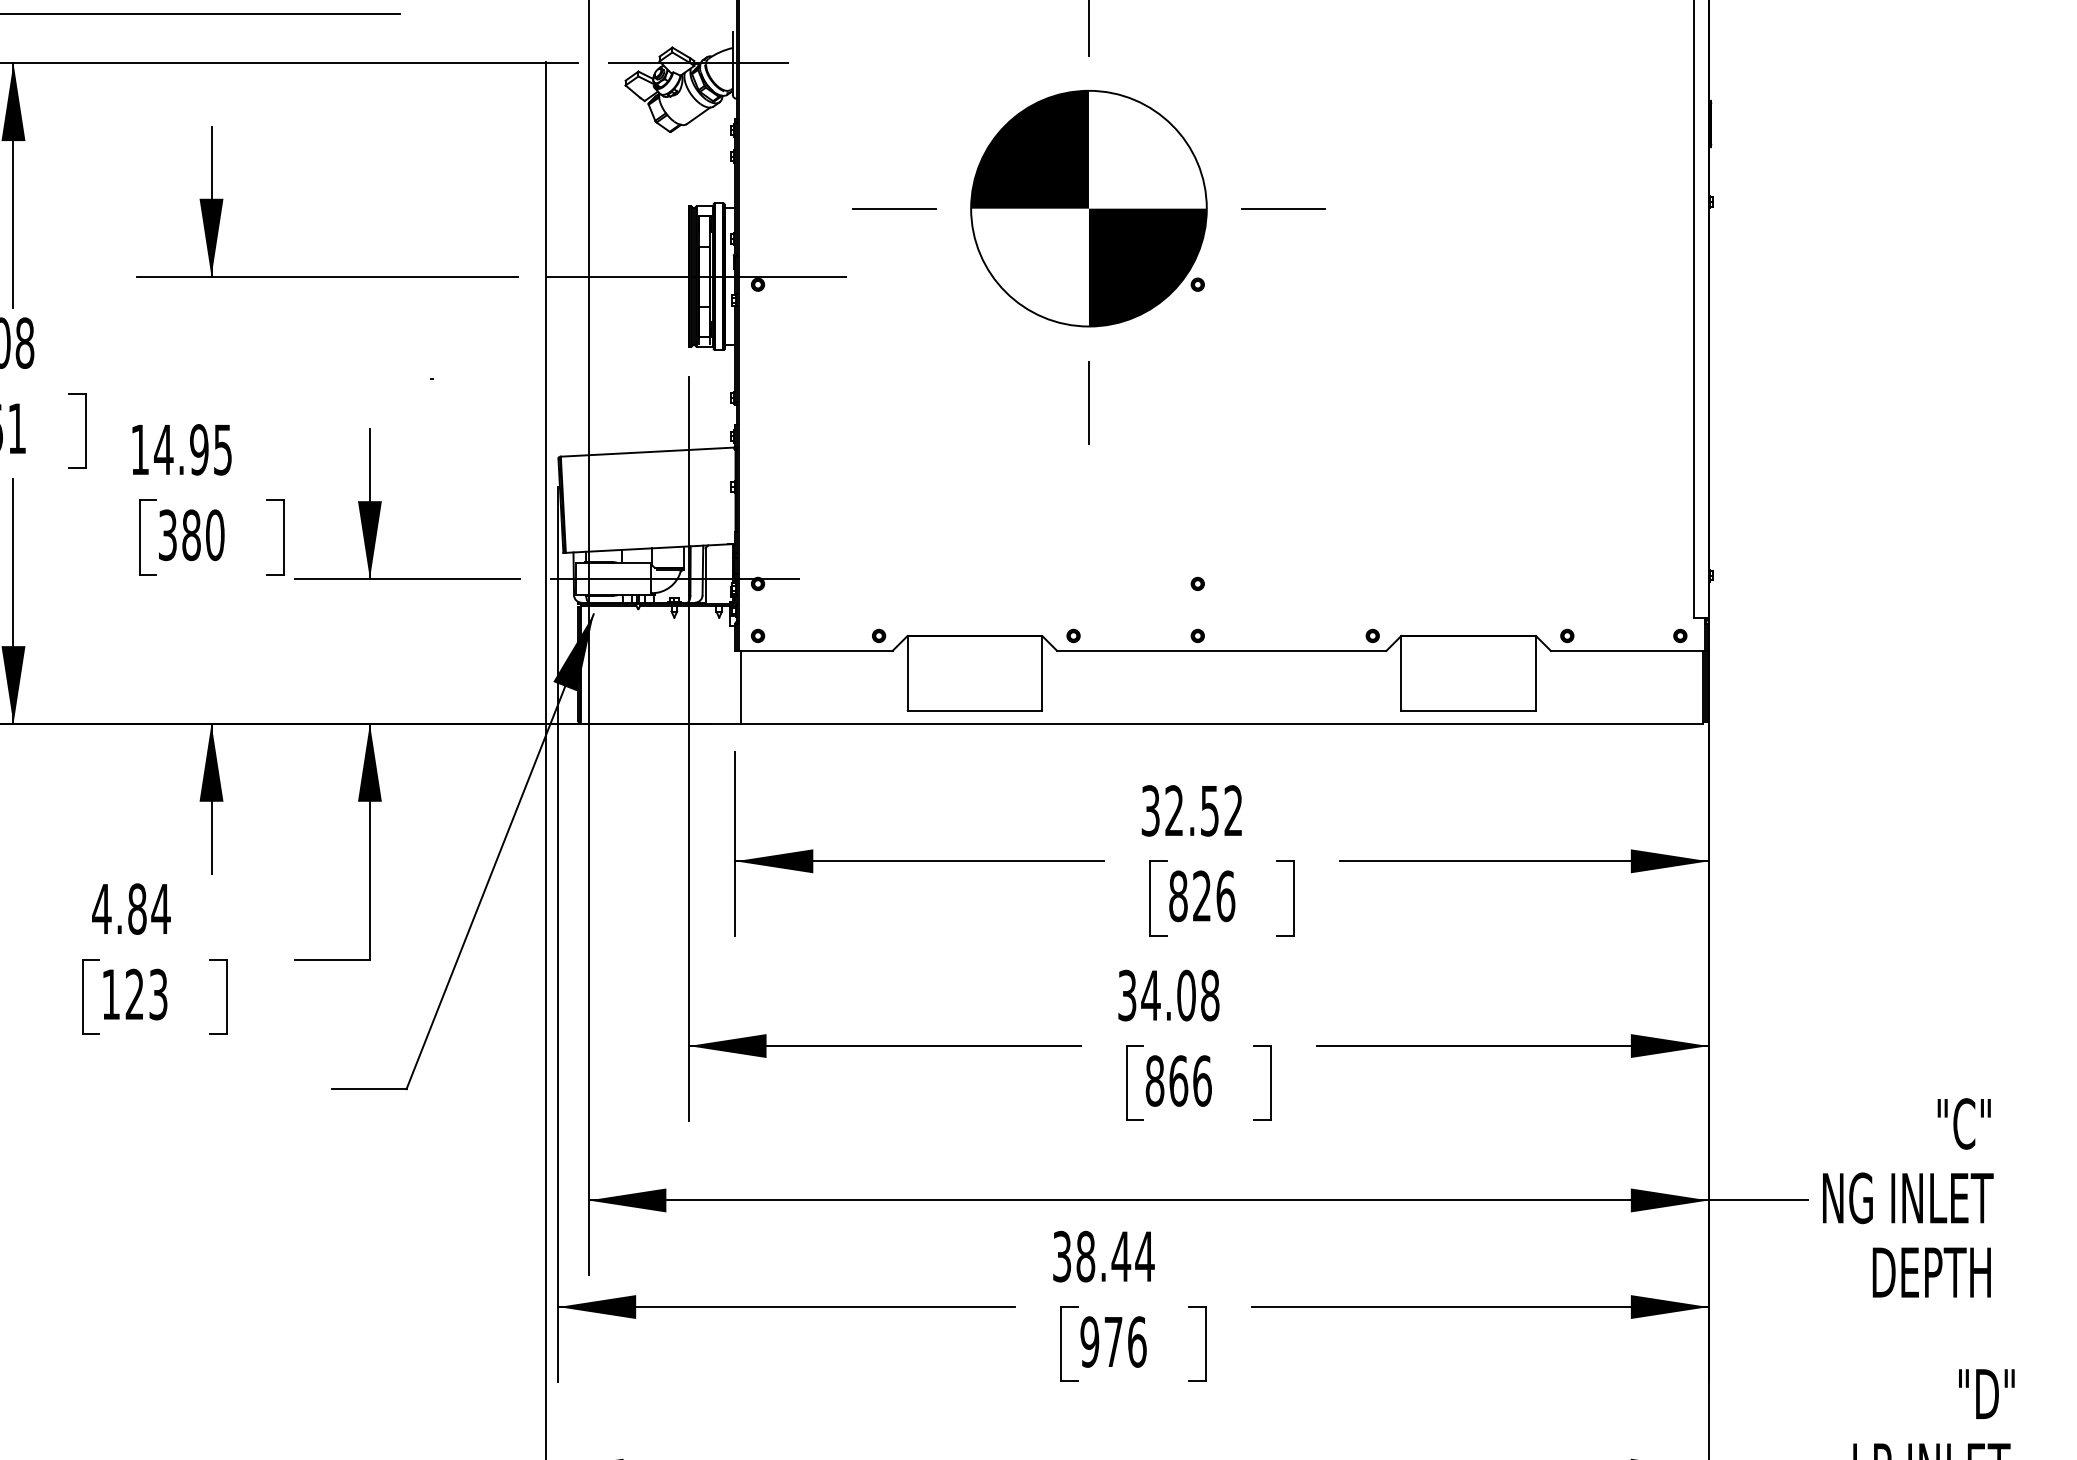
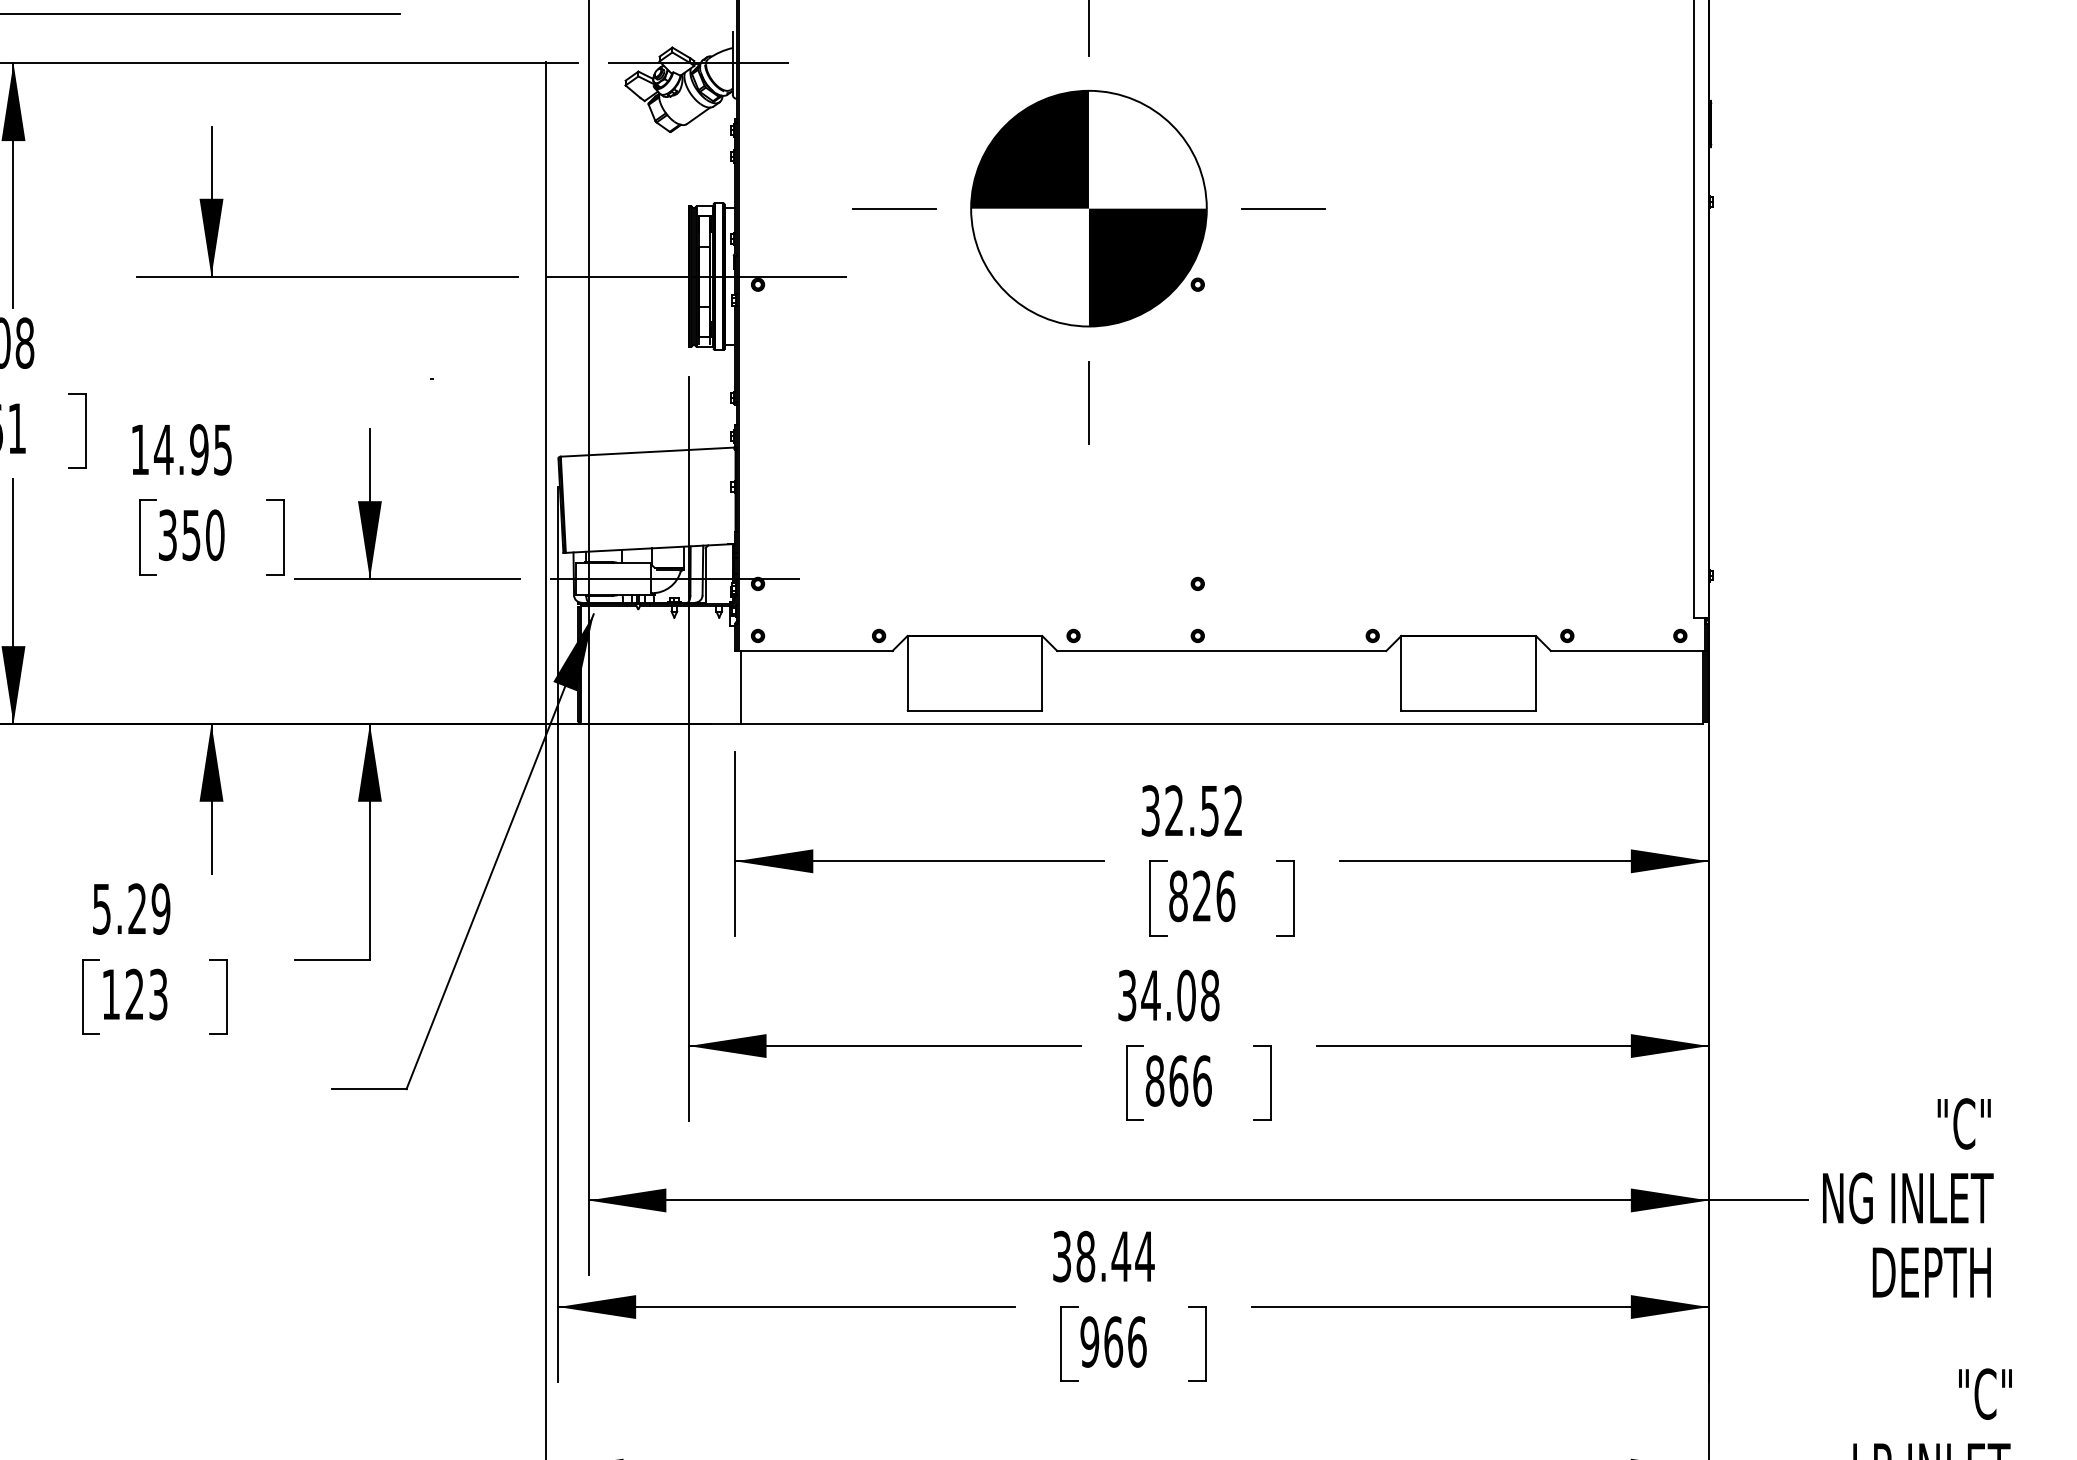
text at (191, 535): 380 -> 350
text at (131, 908): 4.84 -> 5.29
text at (1113, 1341): 976 -> 966
text at (1994, 1393): "D" -> "C"
